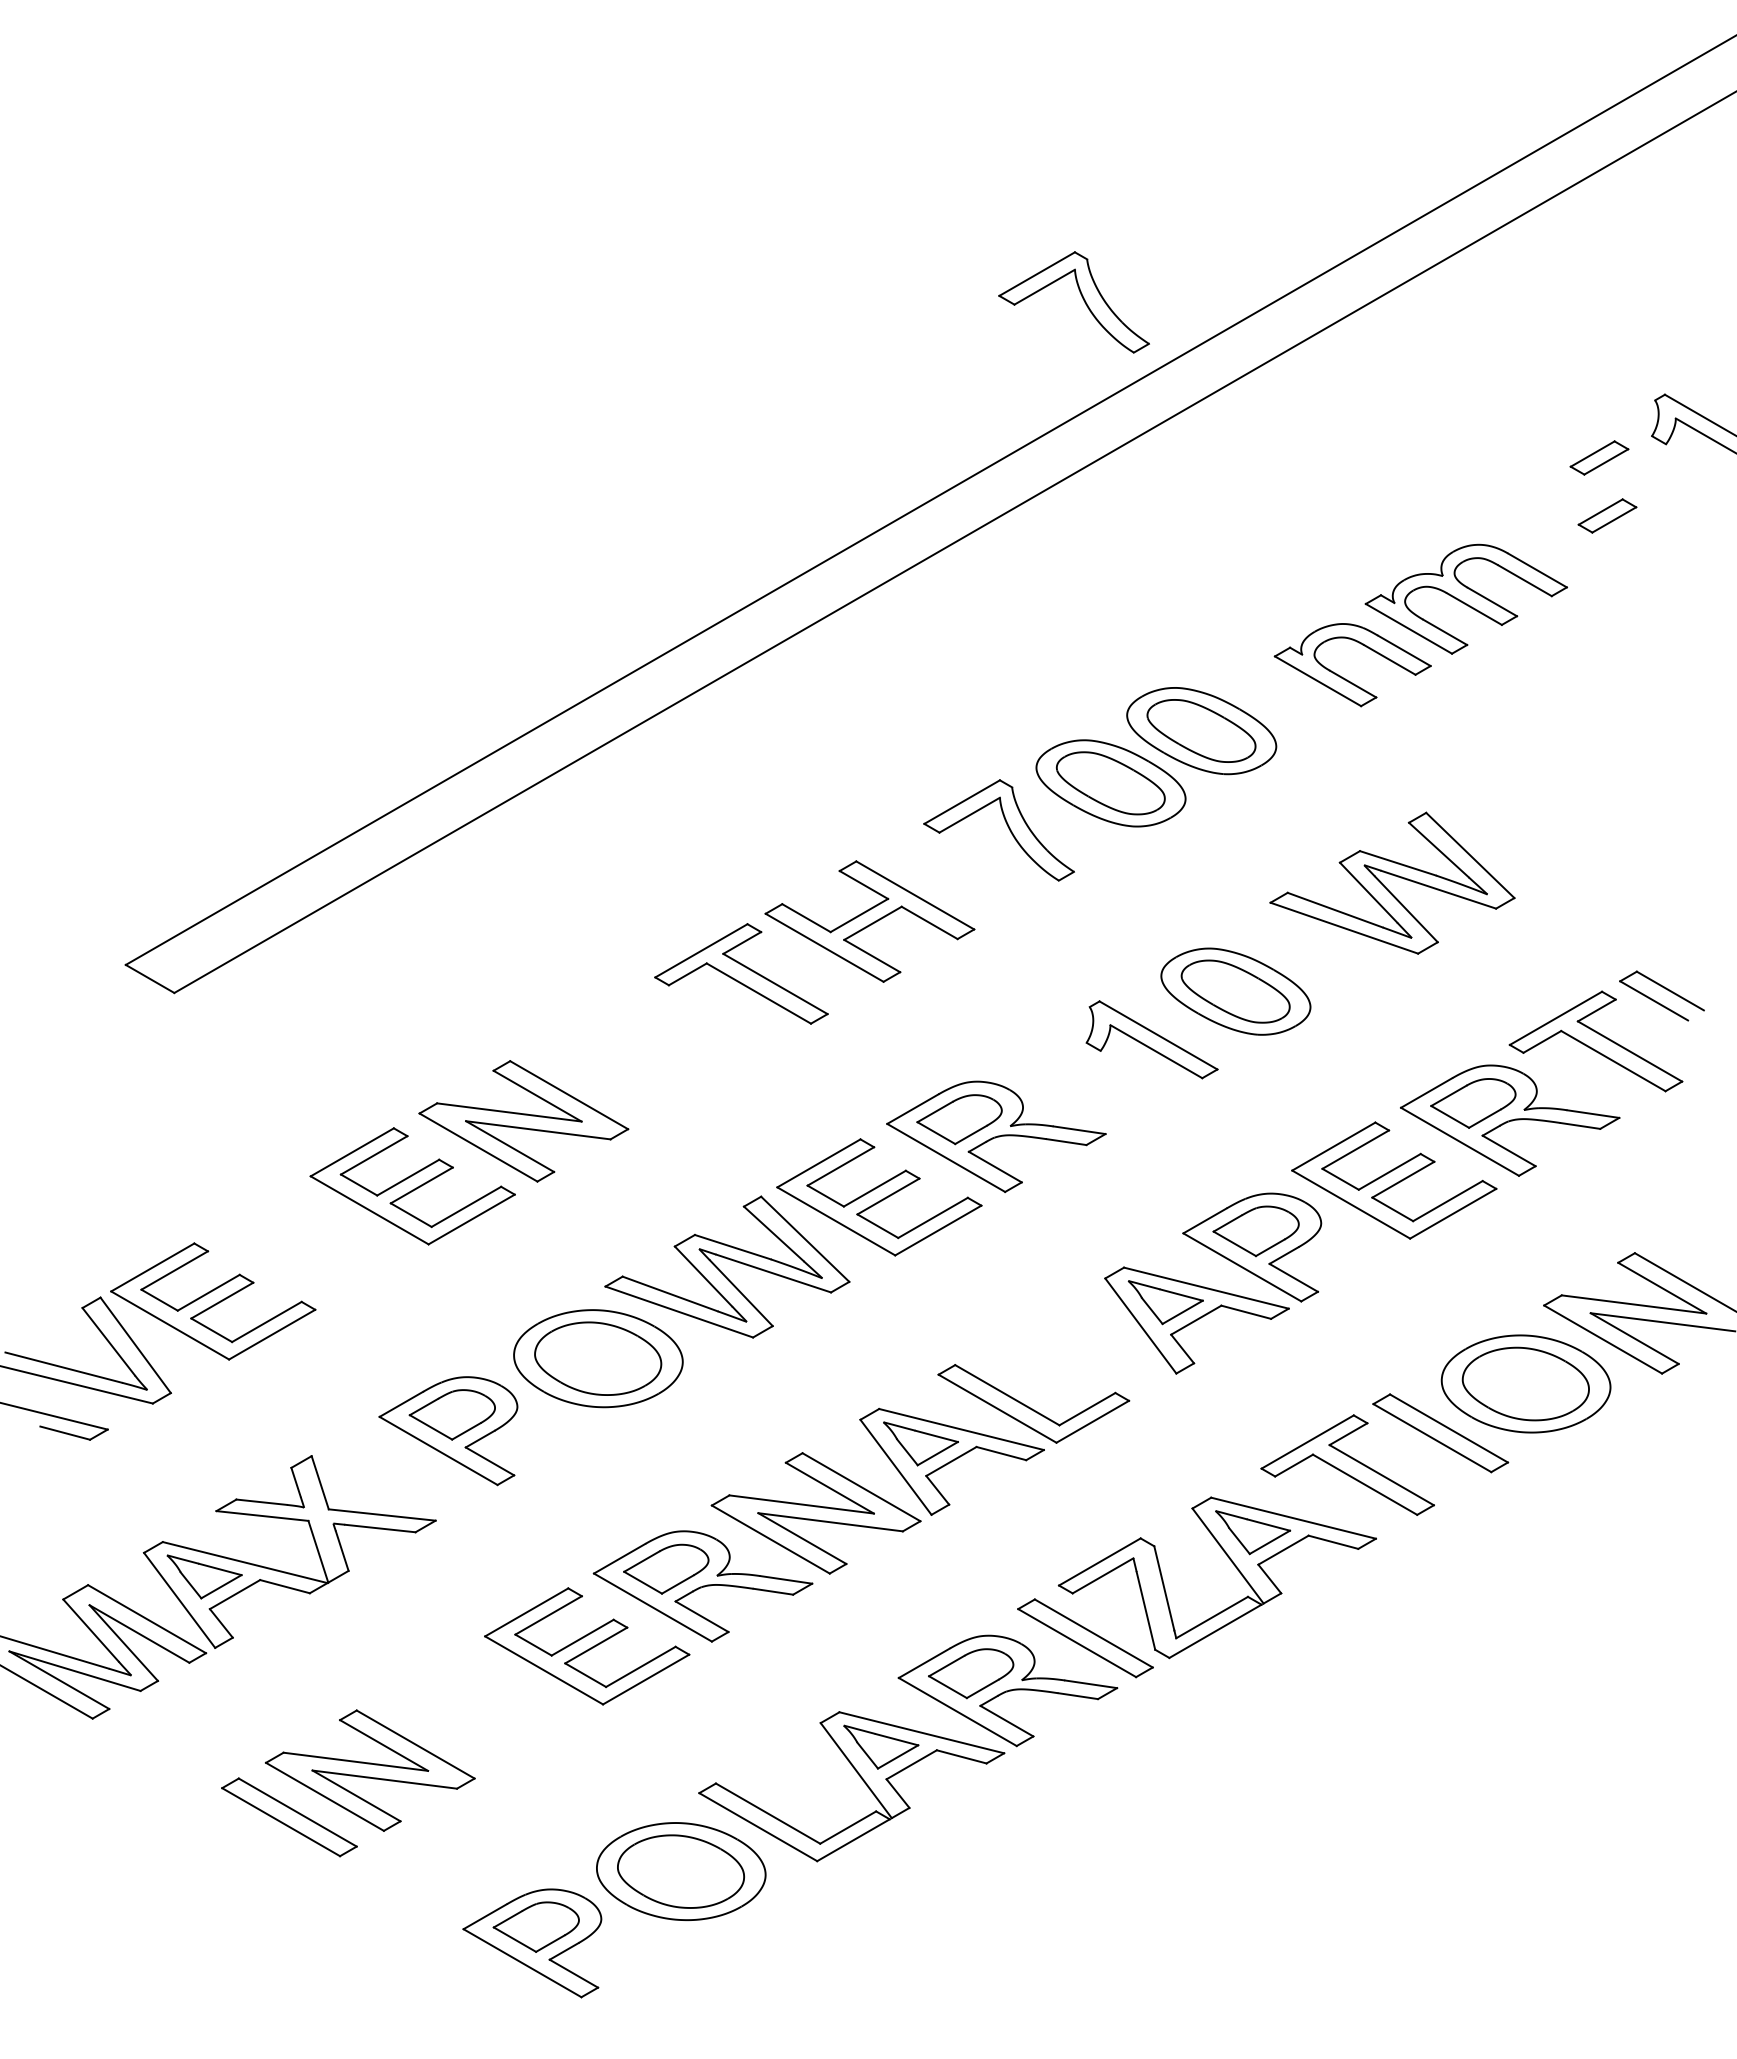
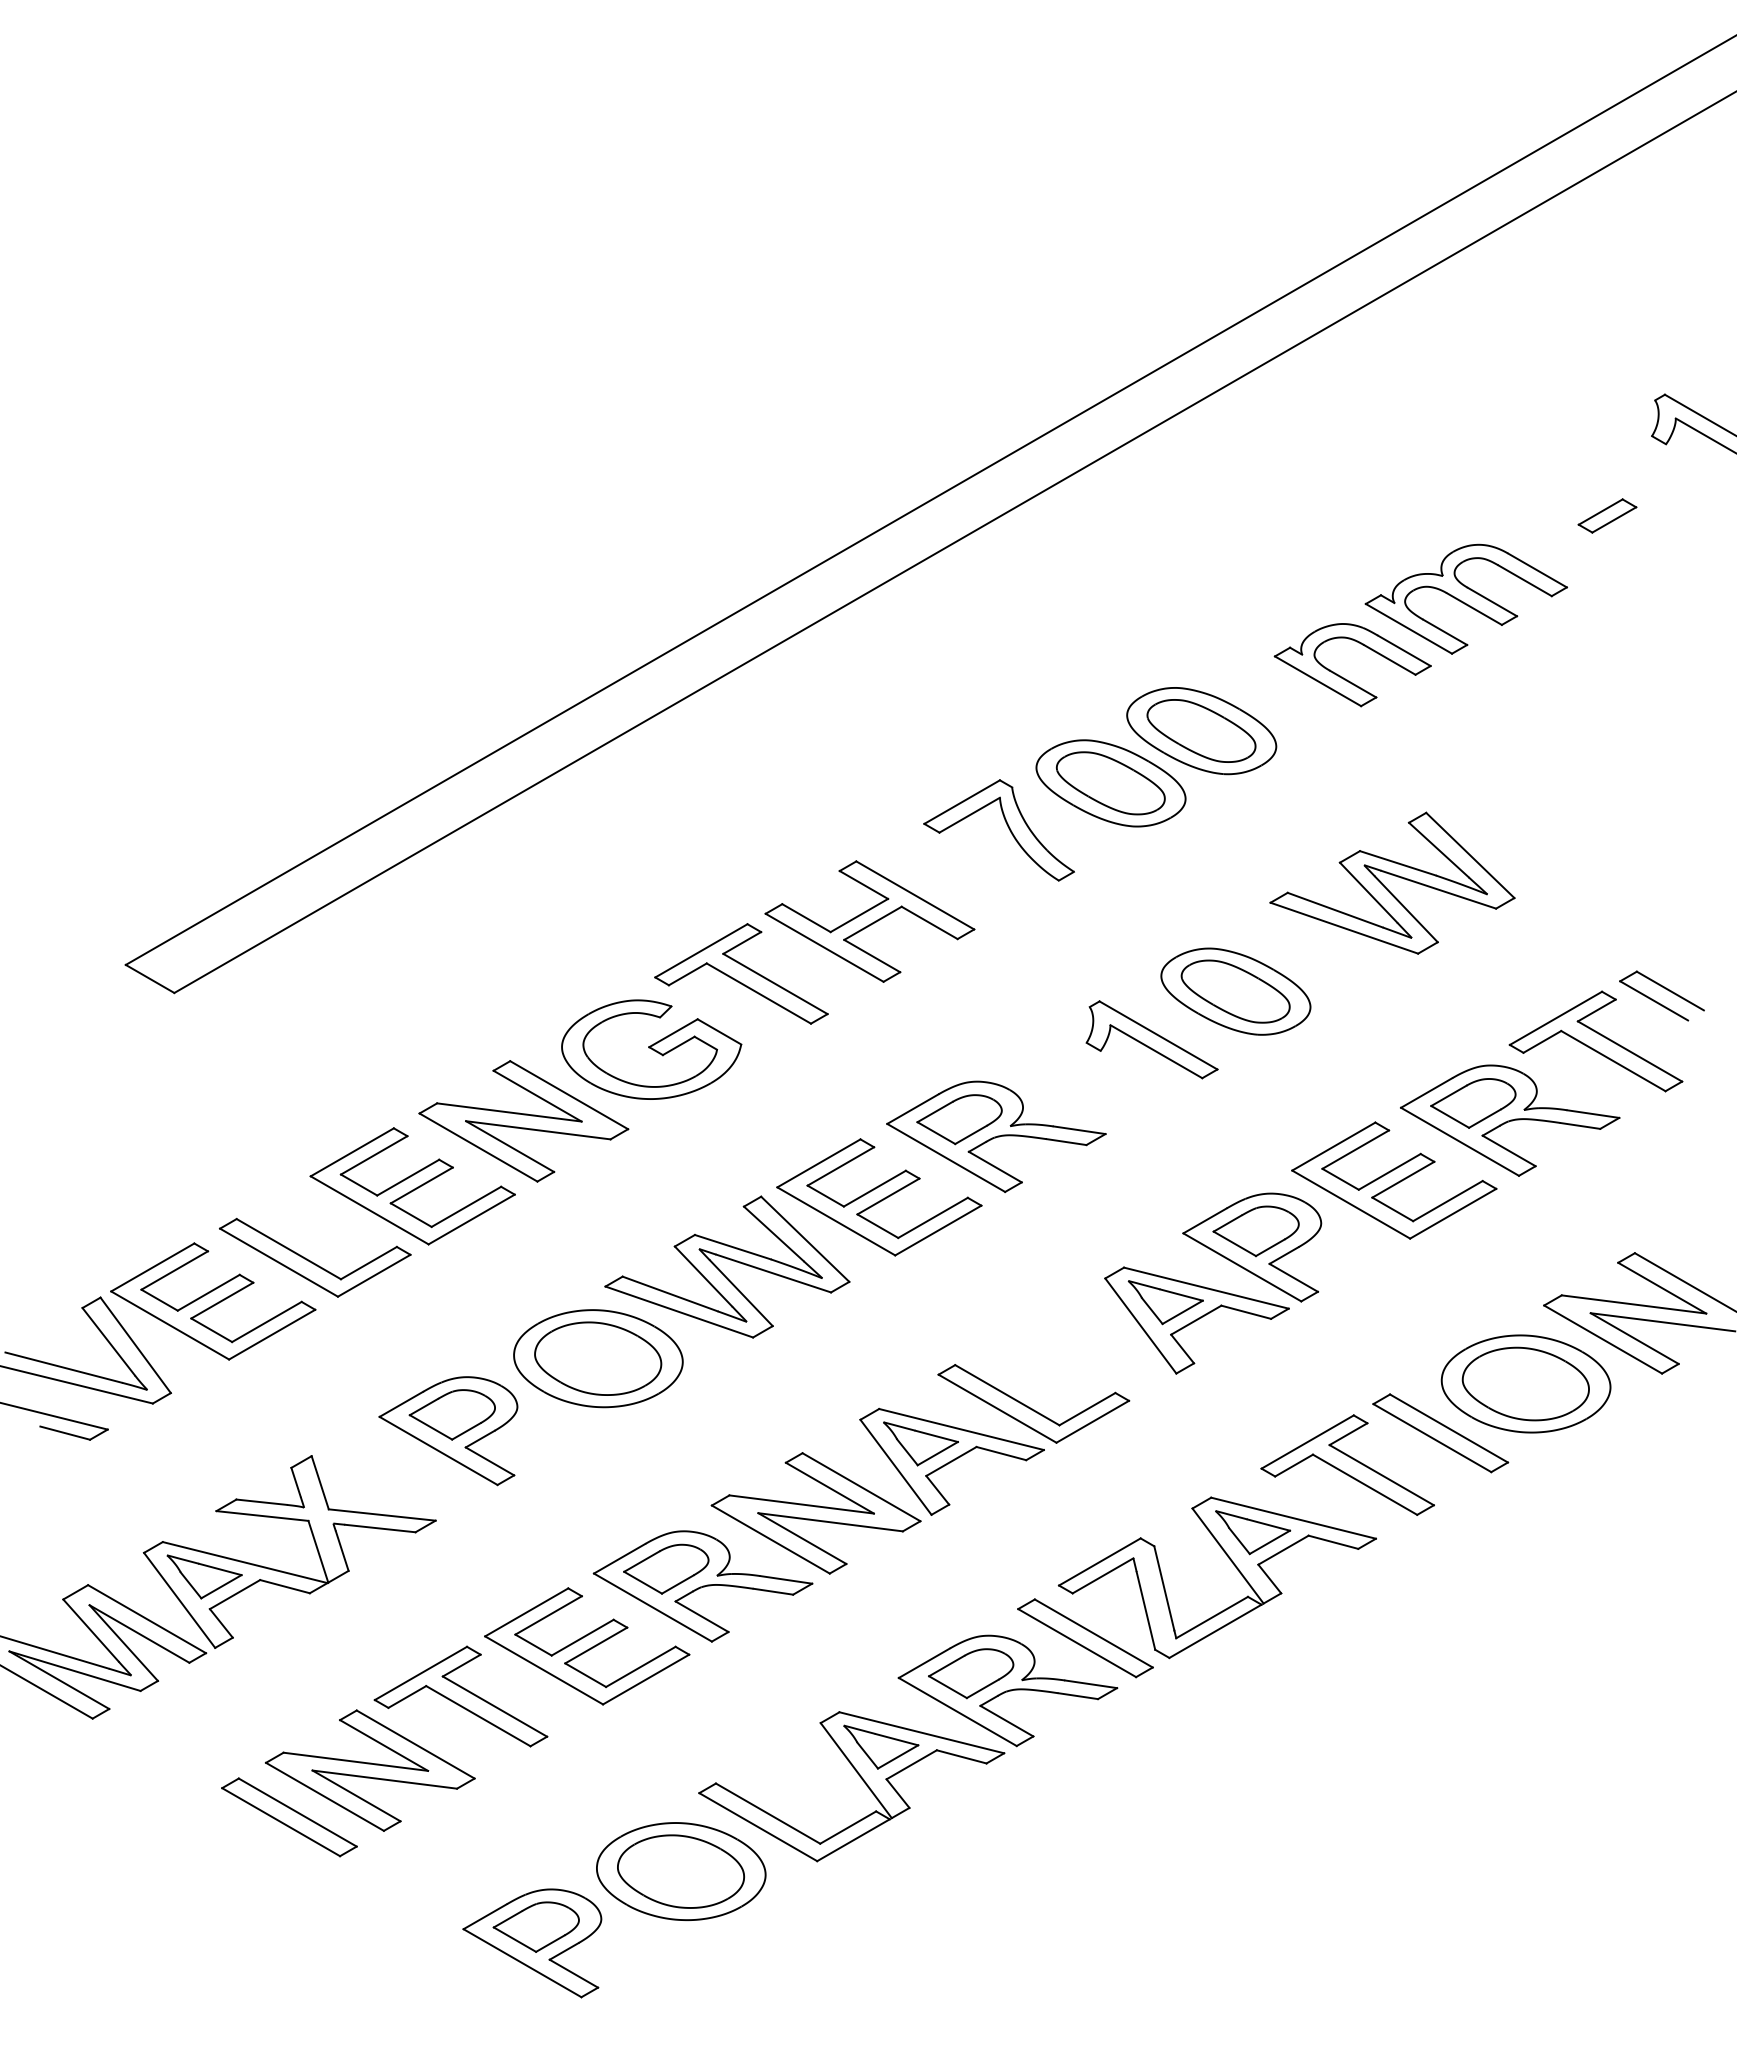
part at (1082, 298): present -> none
part at (1599, 457): present -> none
part at (651, 1049): none -> present
part at (315, 1257): none -> present
part at (460, 1696): none -> present
